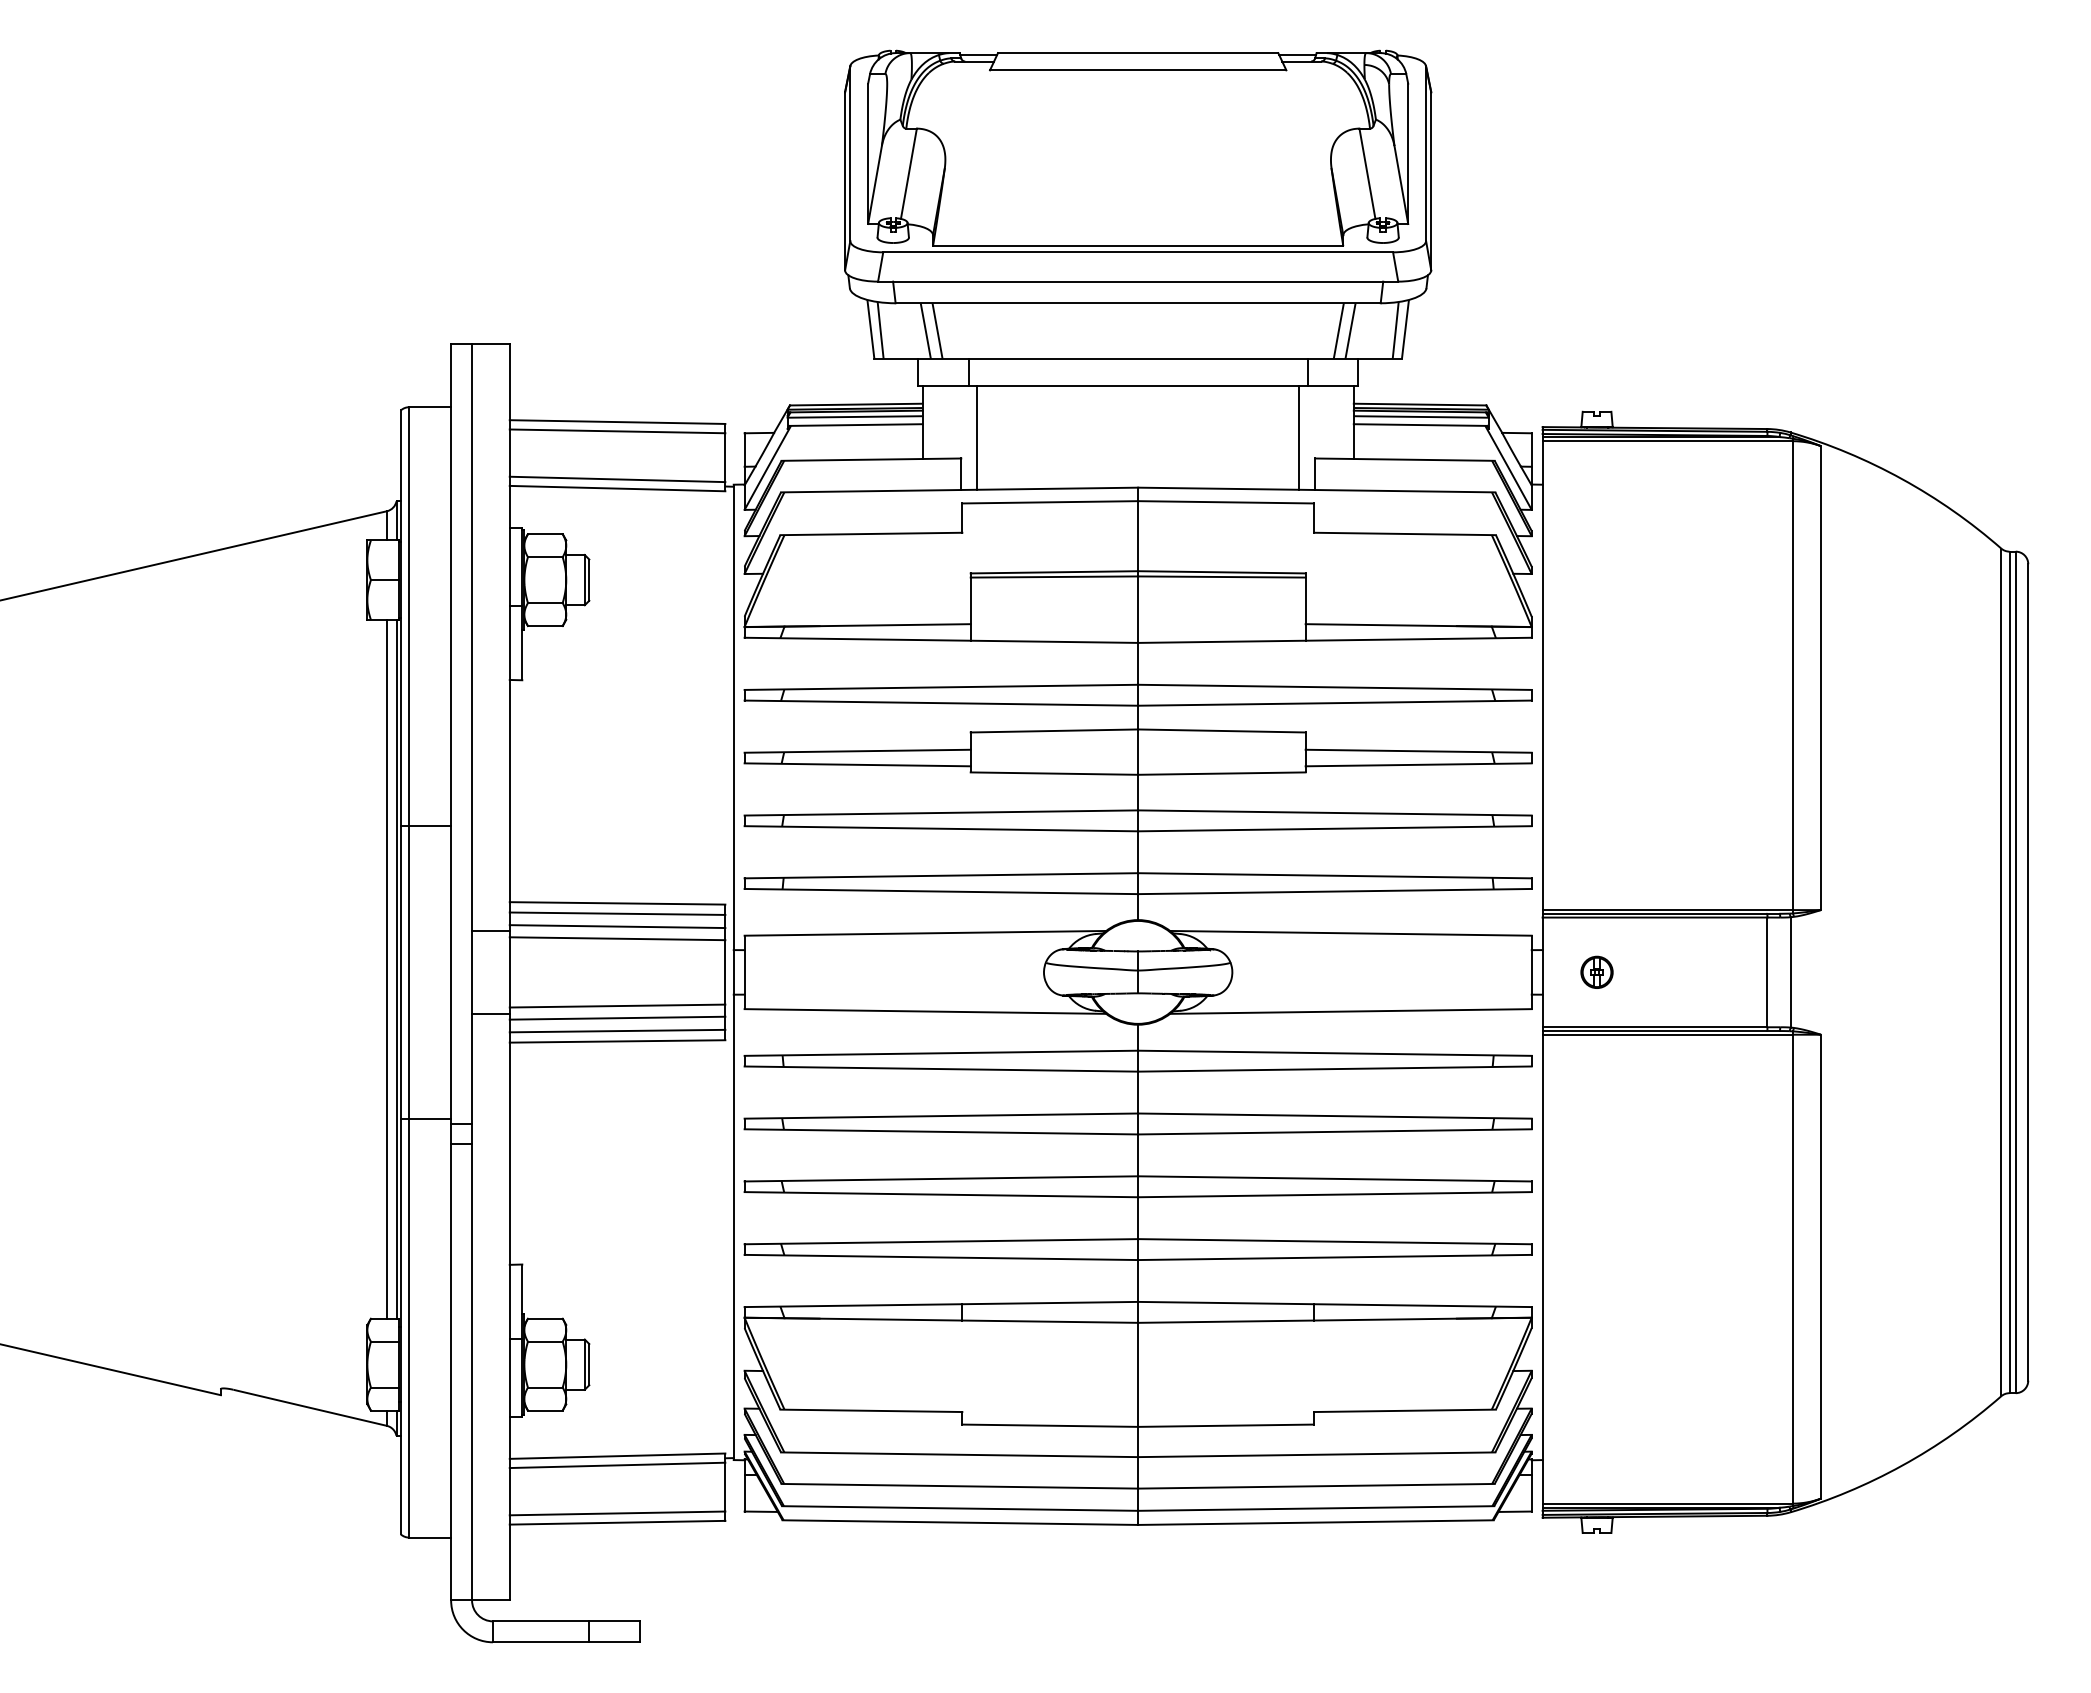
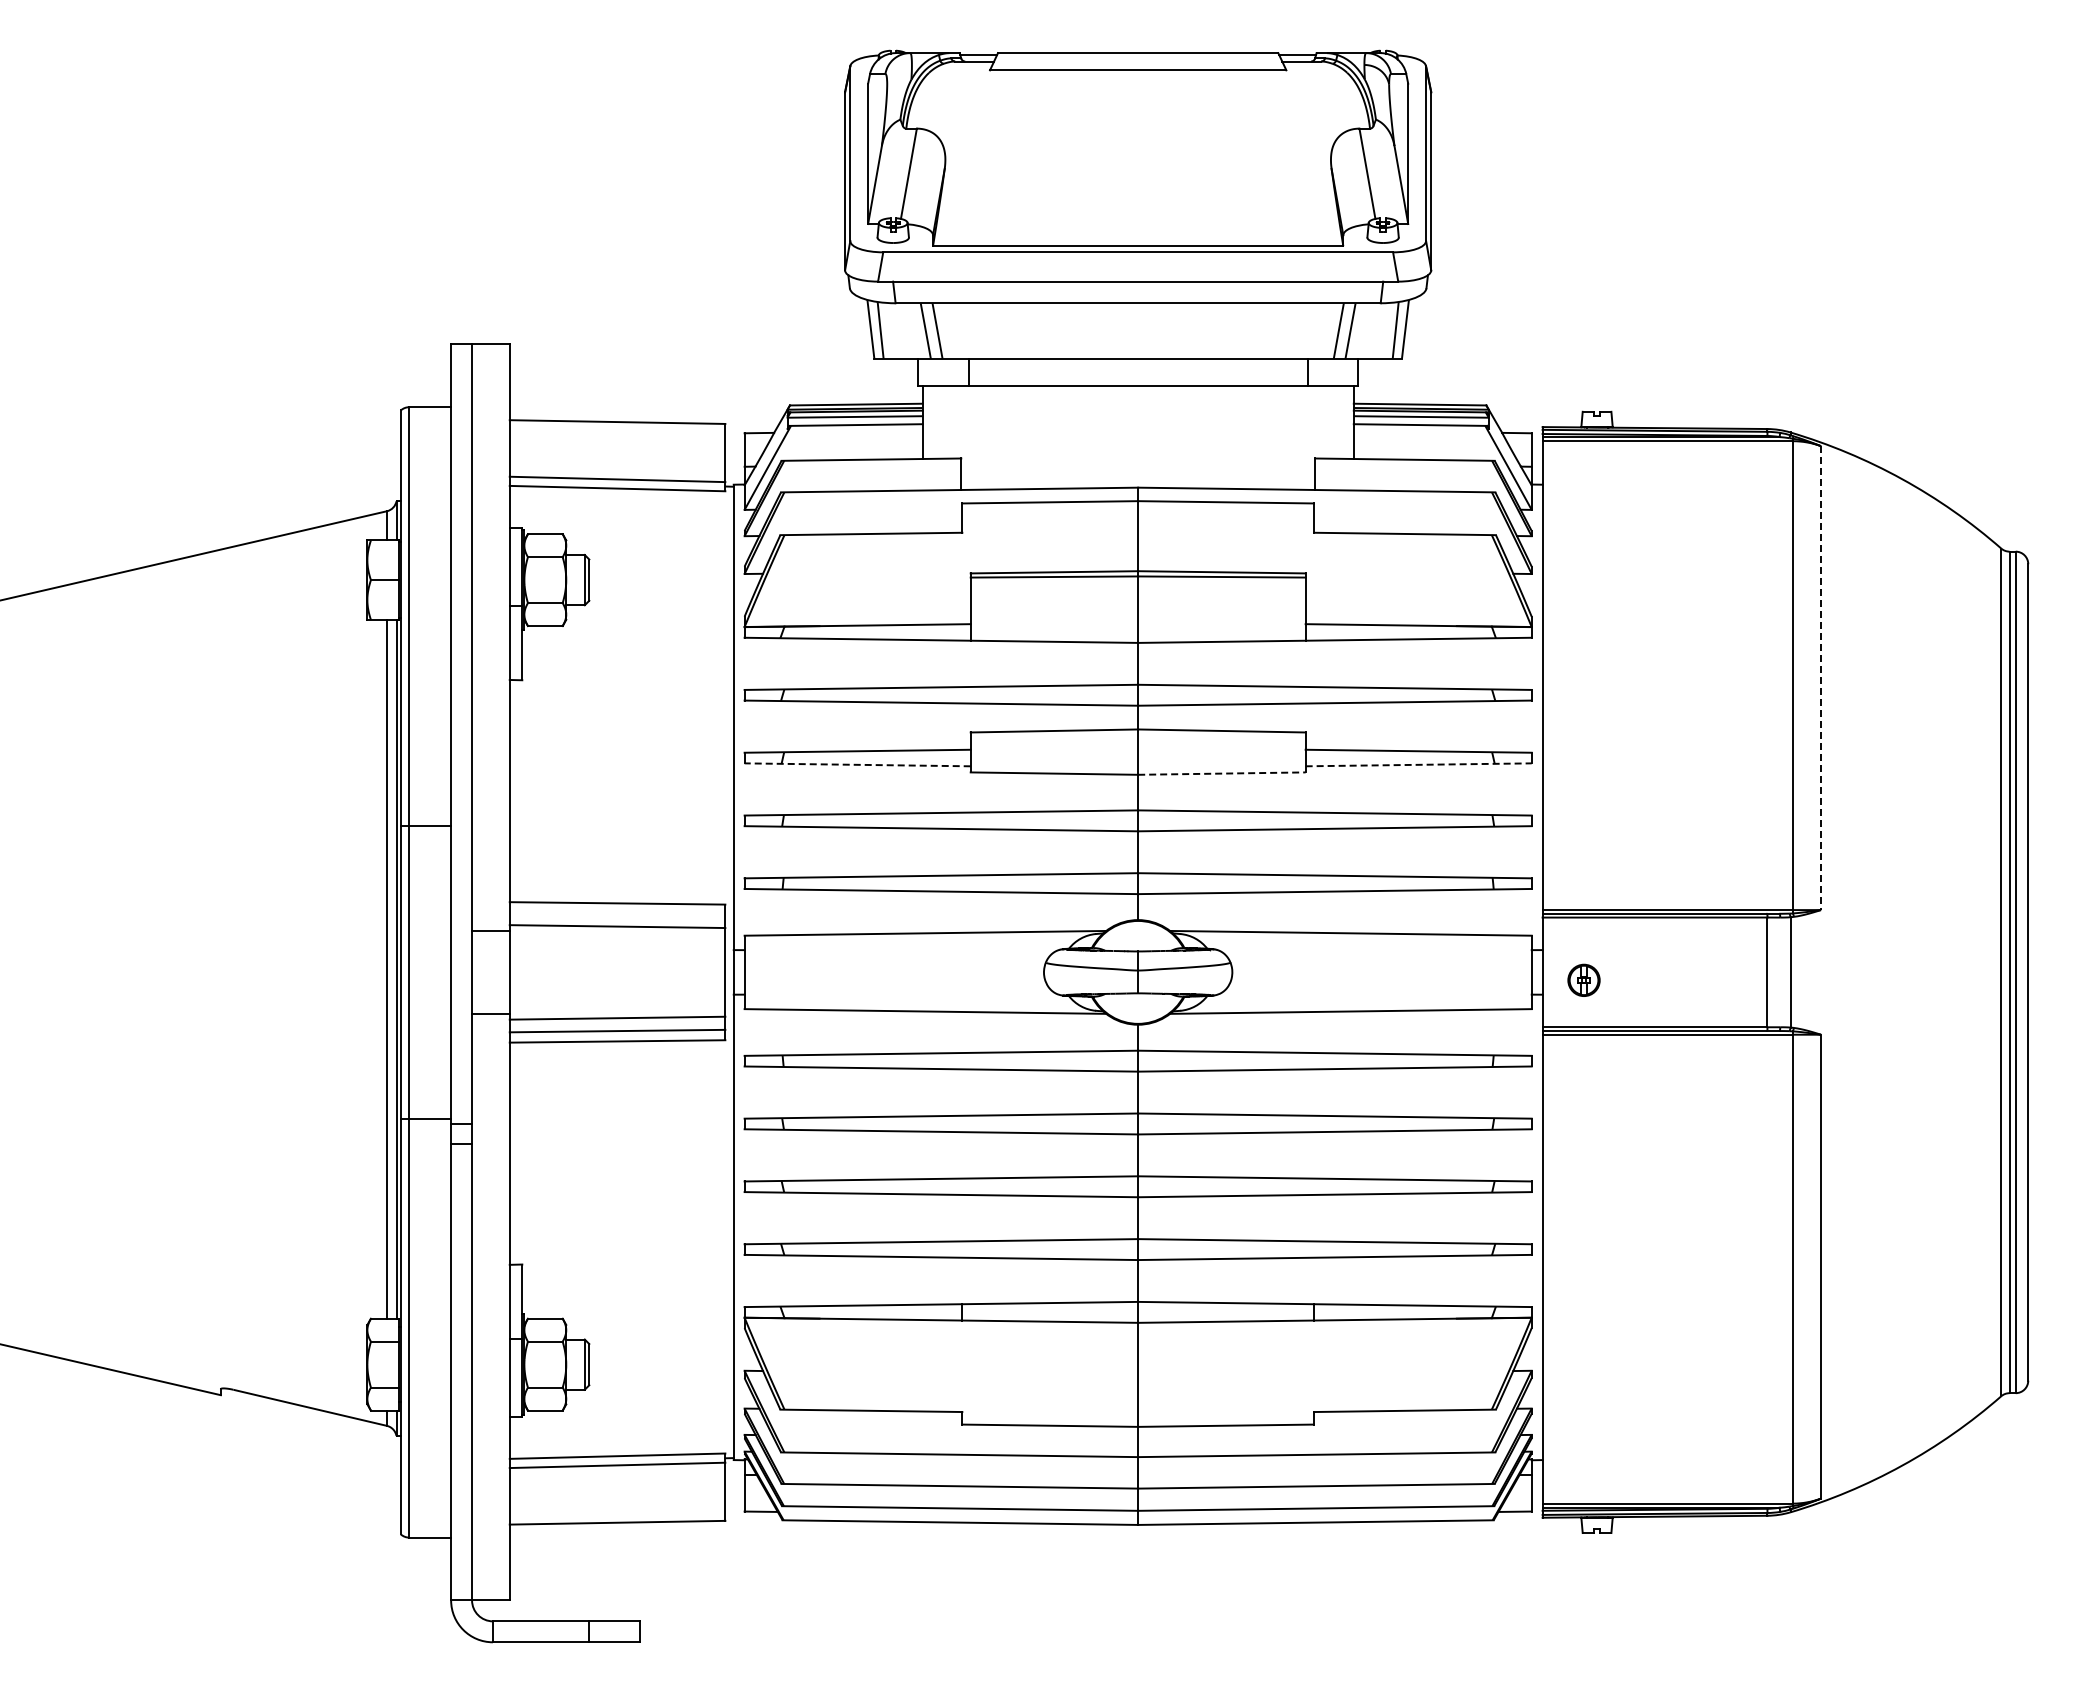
line at (617, 431): present -> none
line at (976, 437): present -> none
line at (1299, 437): present -> none
line at (1821, 678): solid -> dashed
line at (857, 764): solid -> dashed
line at (1419, 764): solid -> dashed
line at (1221, 773): solid -> dashed
line at (617, 913): present -> none
line at (617, 938): present -> none
part at (1596, 971) position: (1596, 971) -> (1583, 979)
line at (617, 1005): present -> none
line at (617, 1513): present -> none
